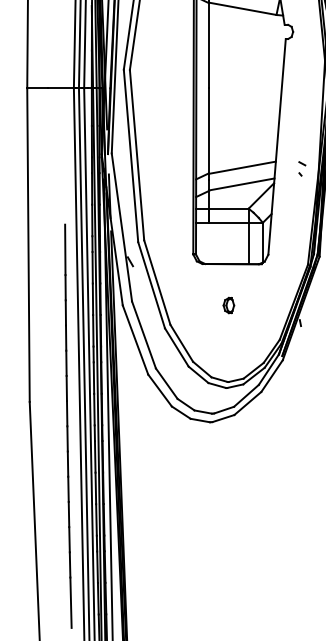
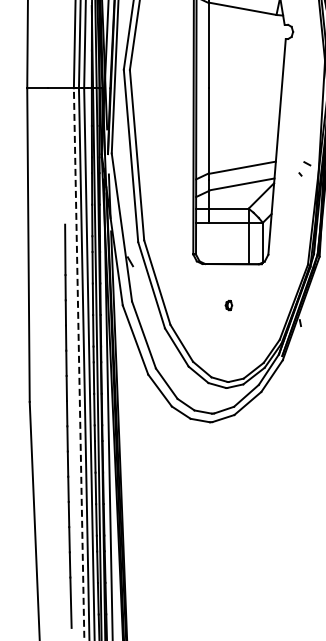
line at (302, 163) position: (302, 163) -> (307, 163)
part at (228, 305) size: 14x19 px -> 10x13 px
line at (79, 364): solid -> dashed
